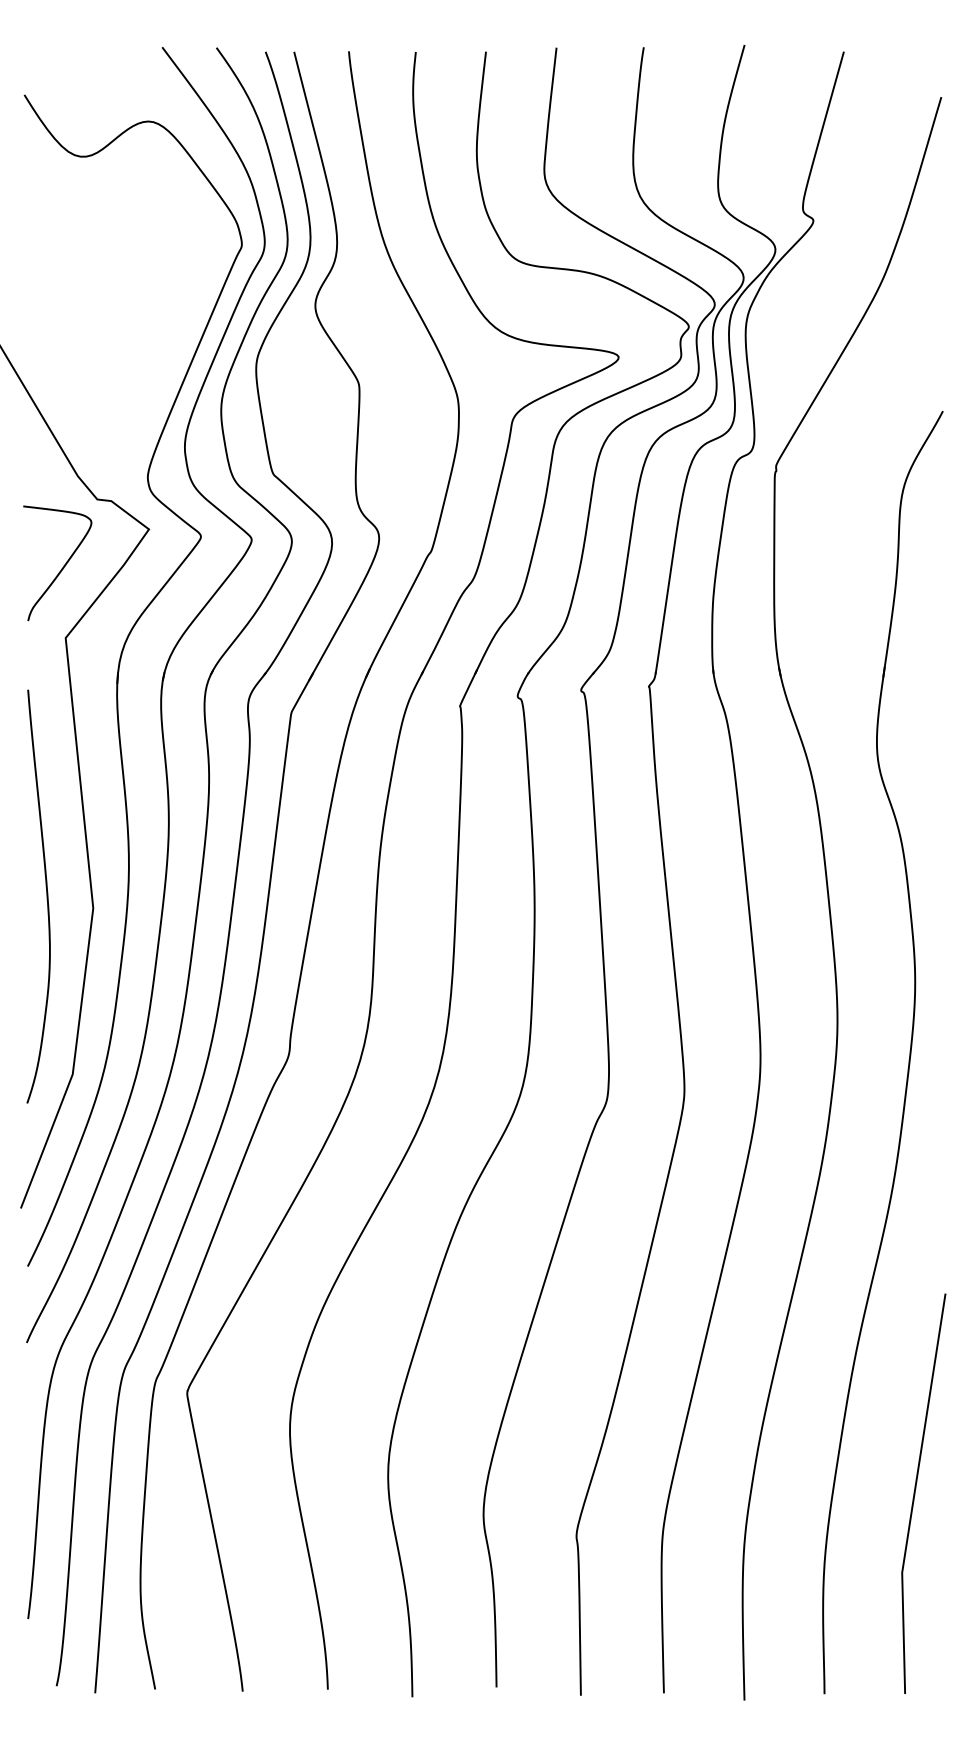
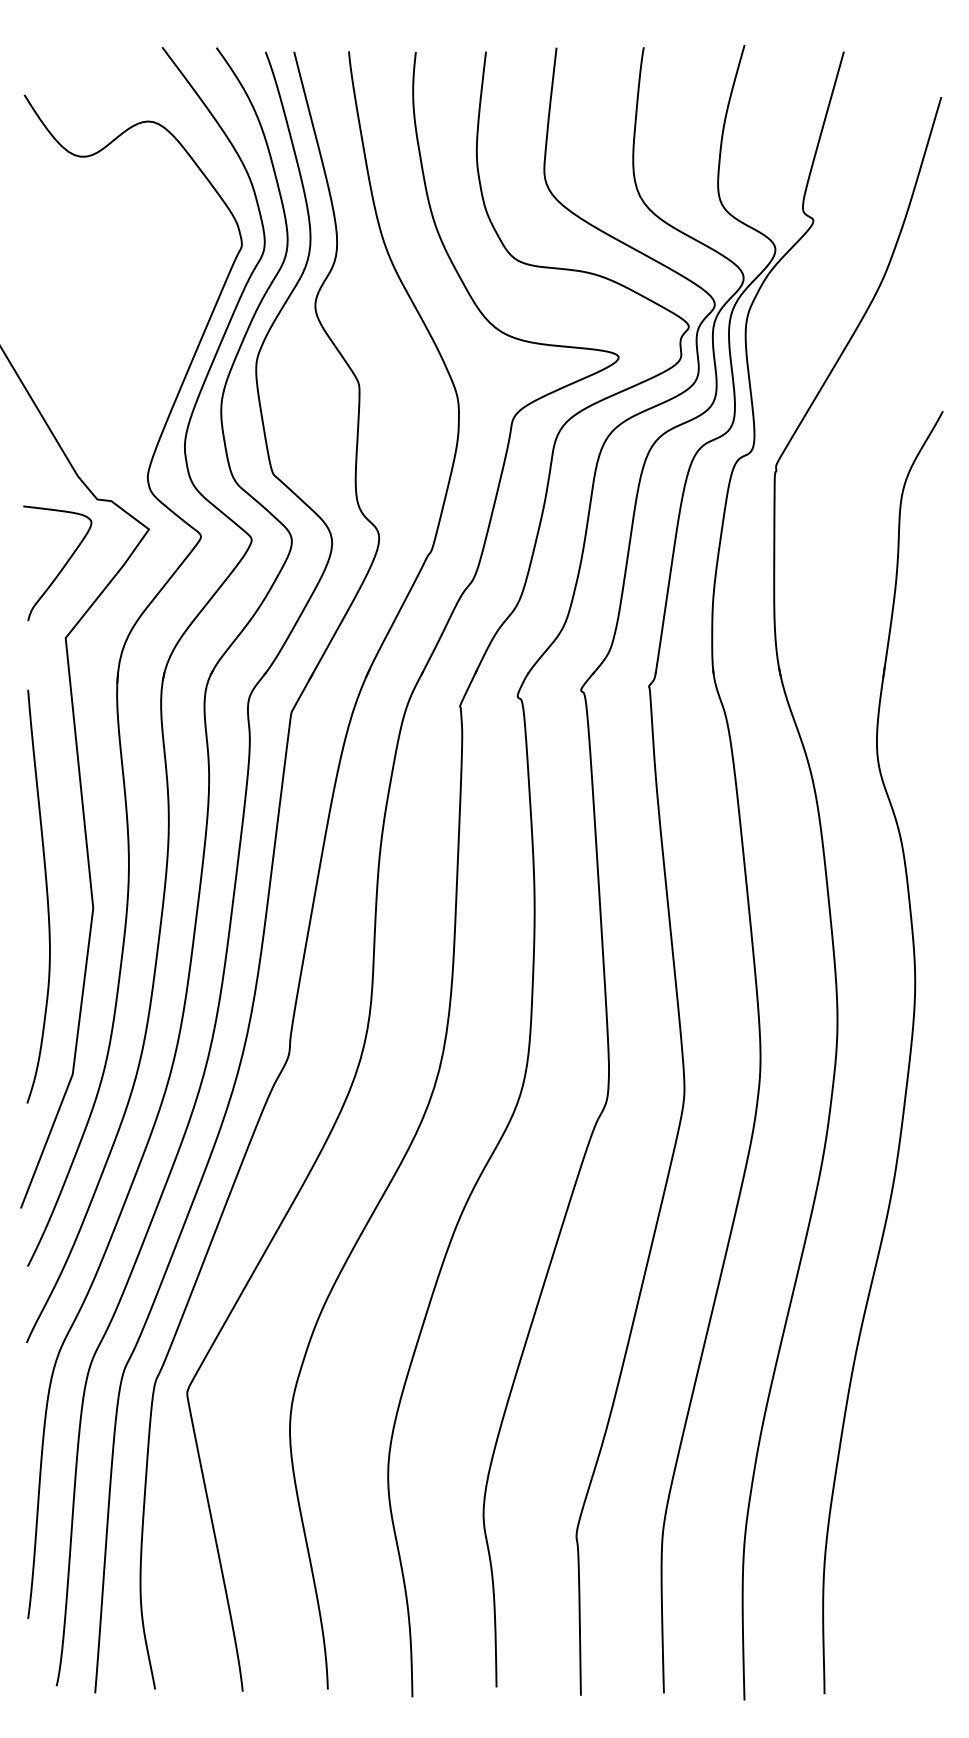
line at (915, 1493): present -> none
